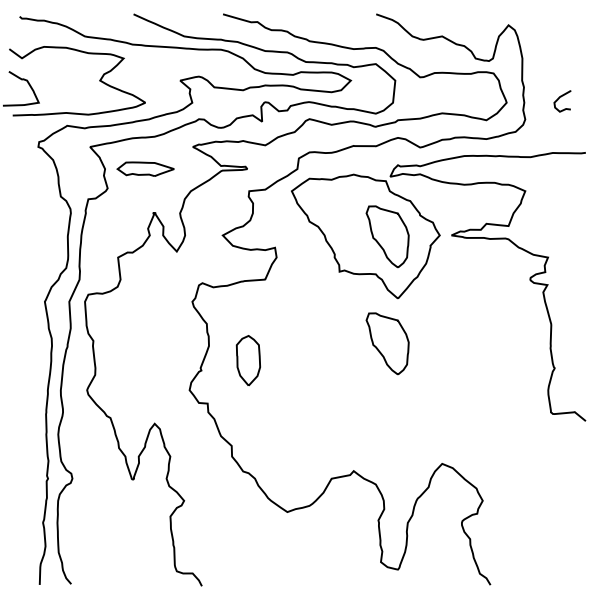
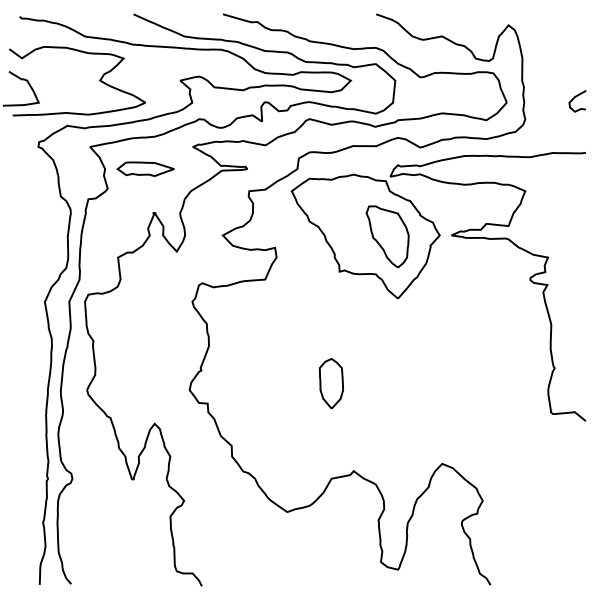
curve at (561, 97) position: (561, 97) -> (576, 97)
part at (387, 343): present -> none
part at (247, 360) position: (247, 360) -> (330, 383)
